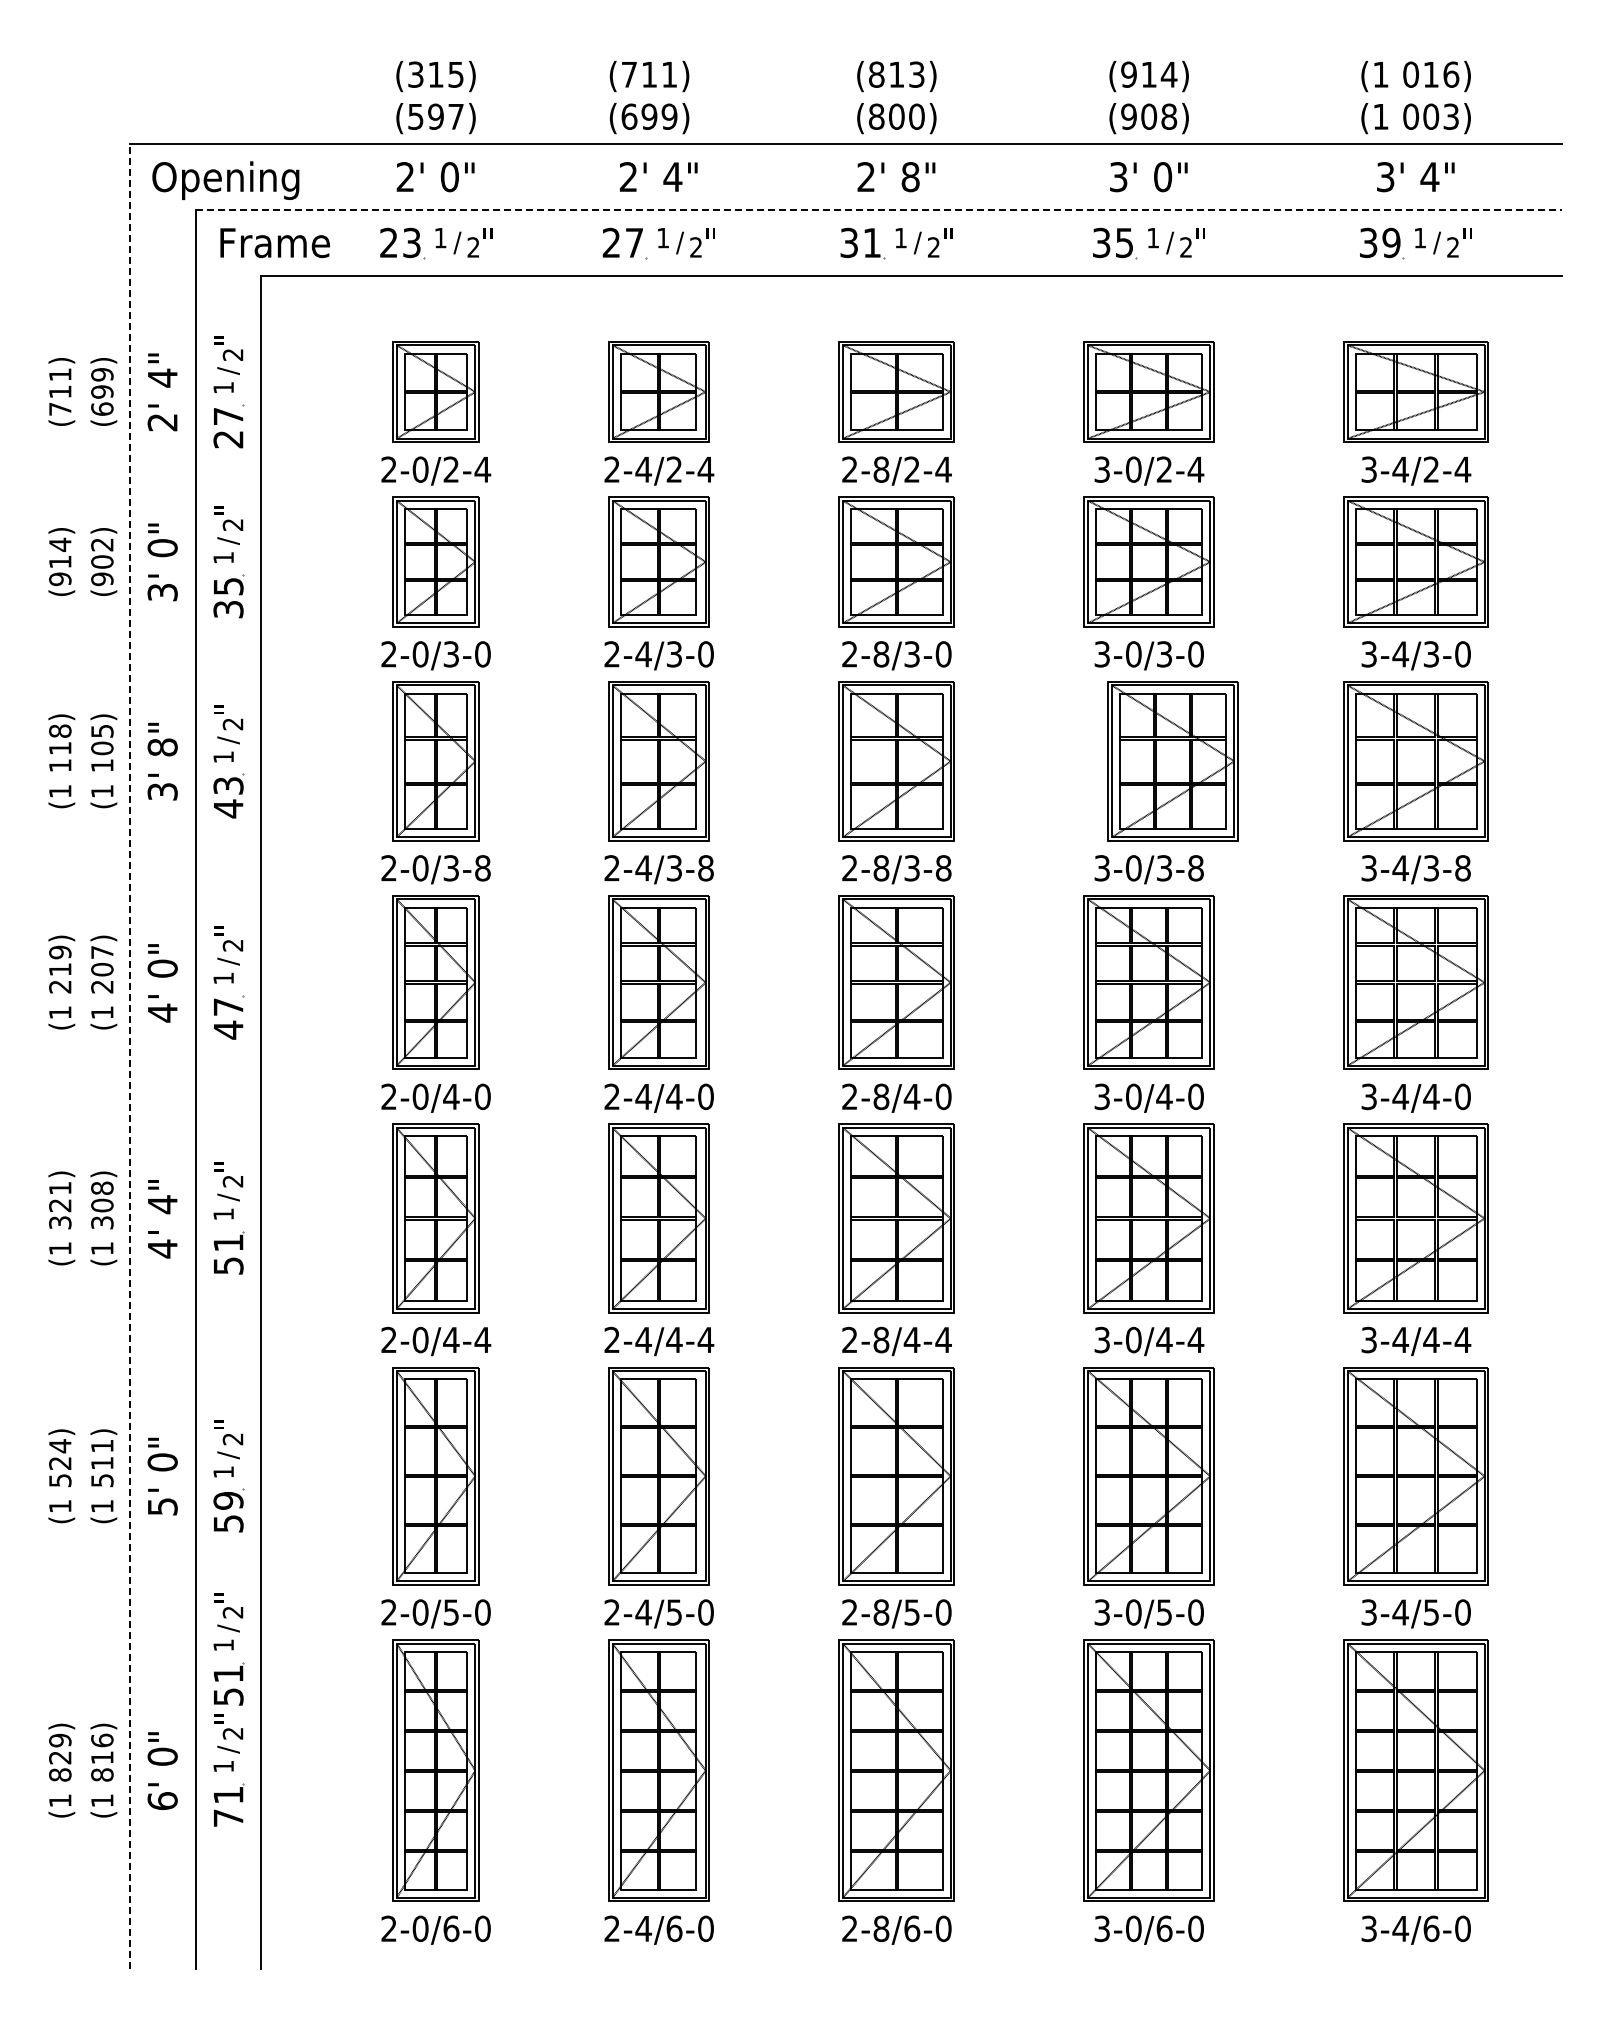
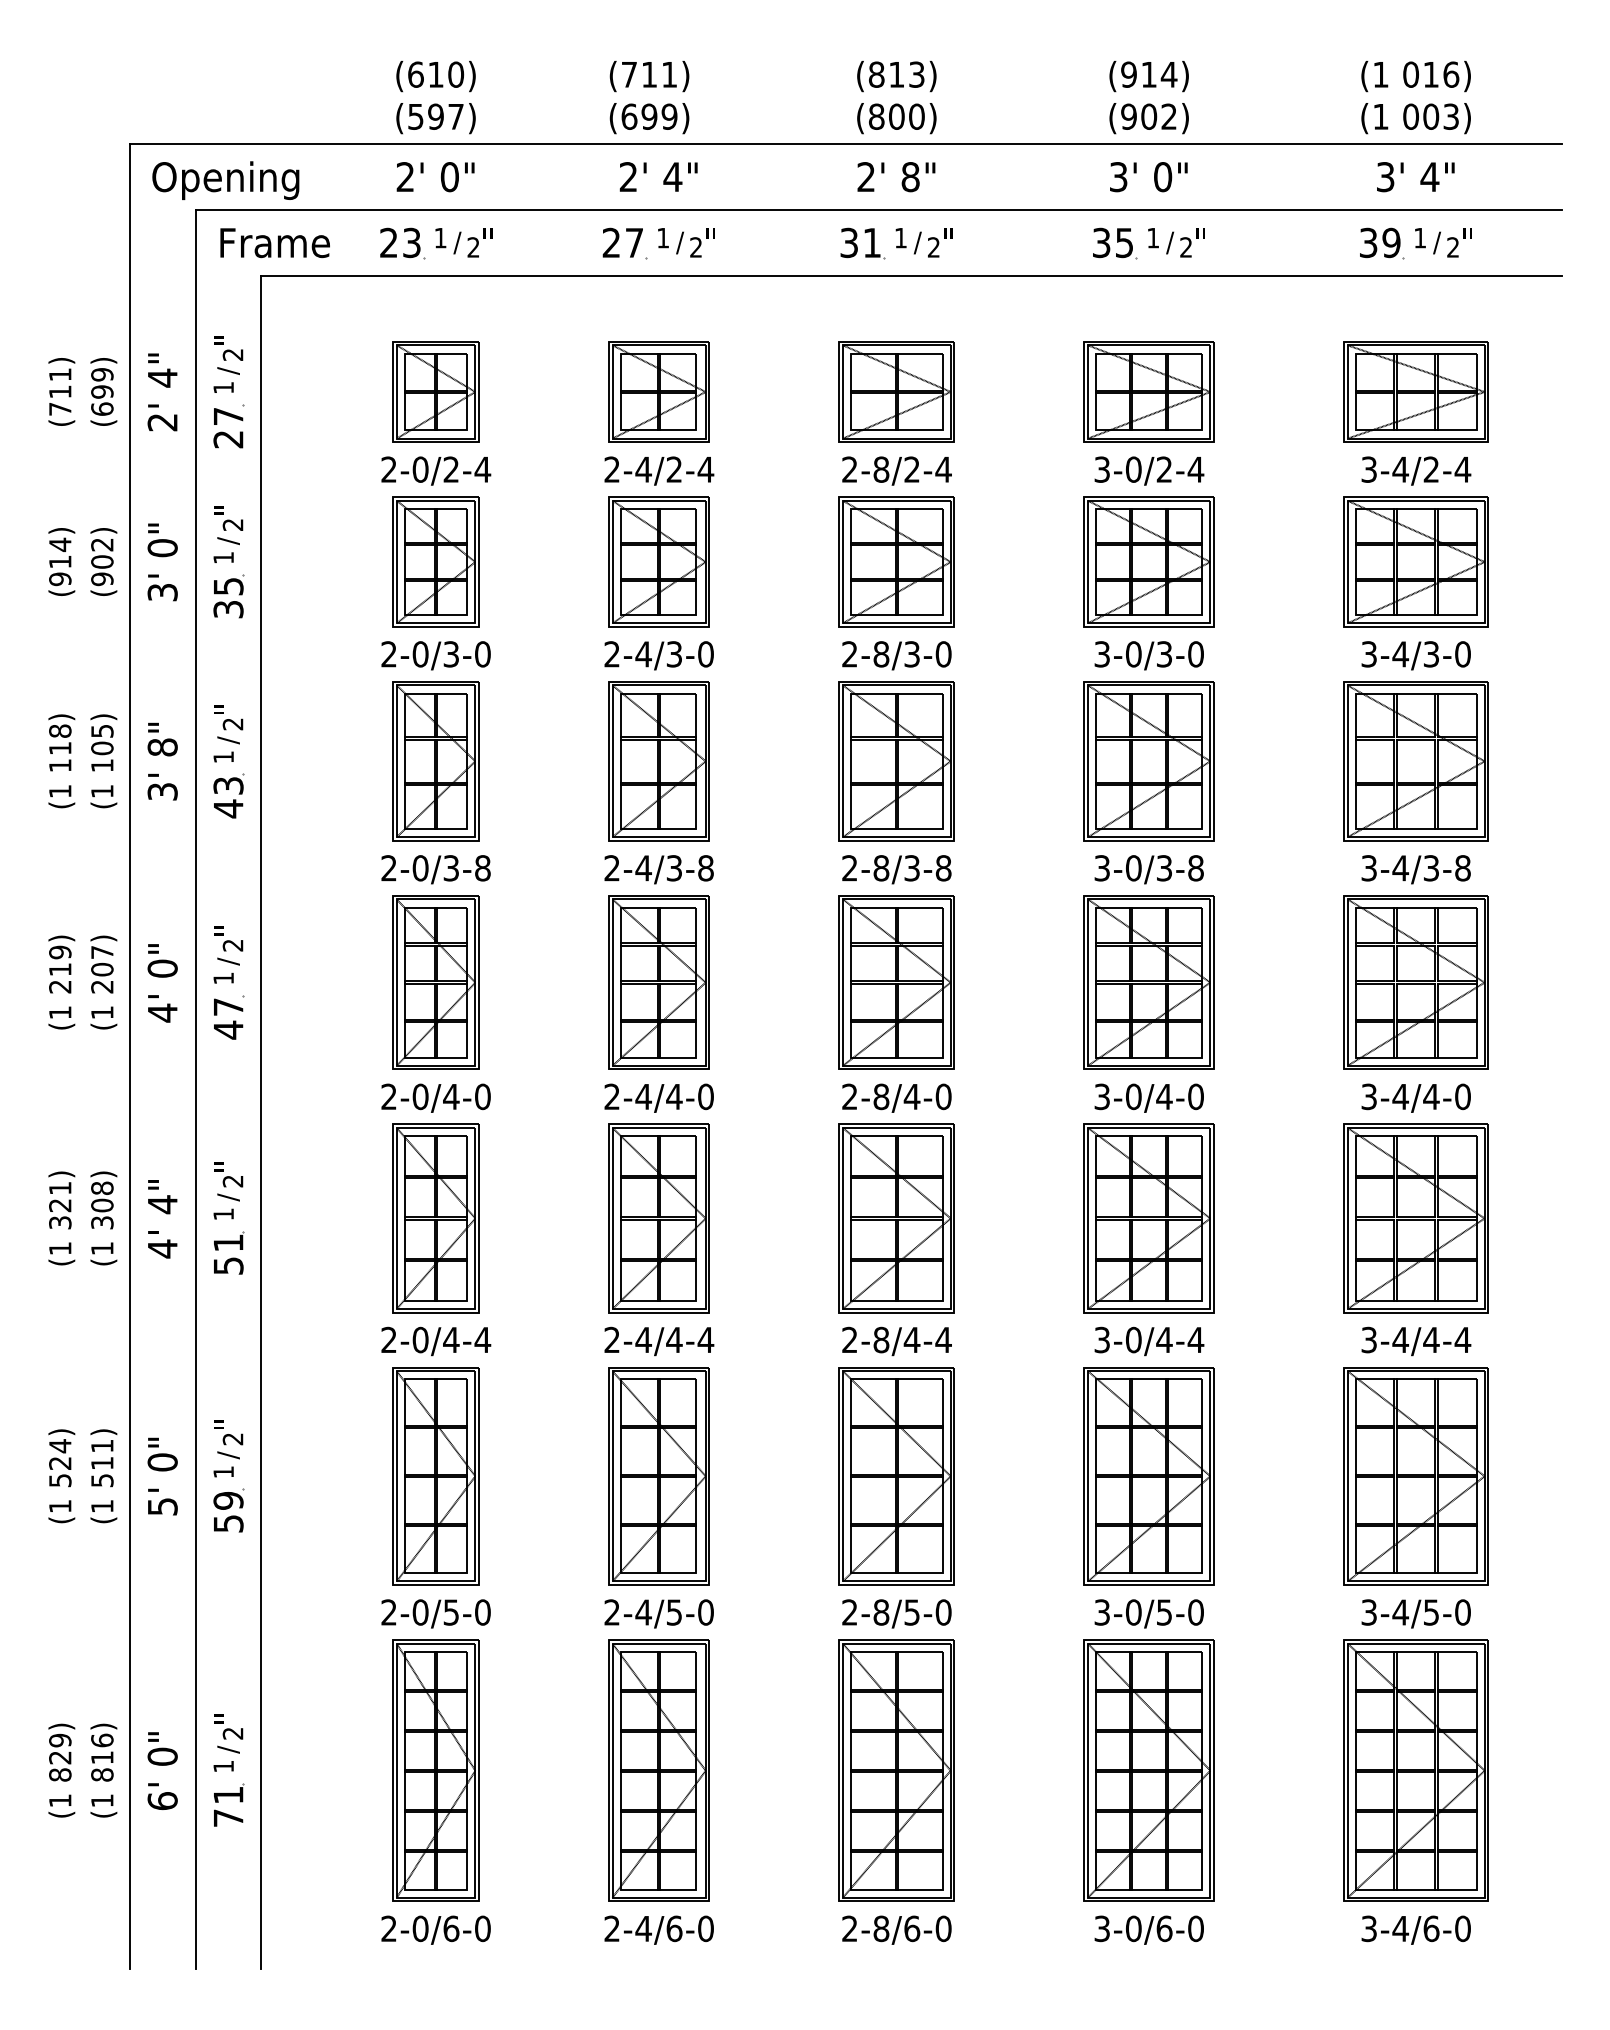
text at (436, 74): (315) -> (610)
text at (1169, 116): (908) -> (902)
line at (878, 210): dashed -> solid
part at (1172, 761) position: (1172, 761) -> (1148, 761)
line at (129, 1056): dashed -> solid
part at (228, 1649): present -> none
